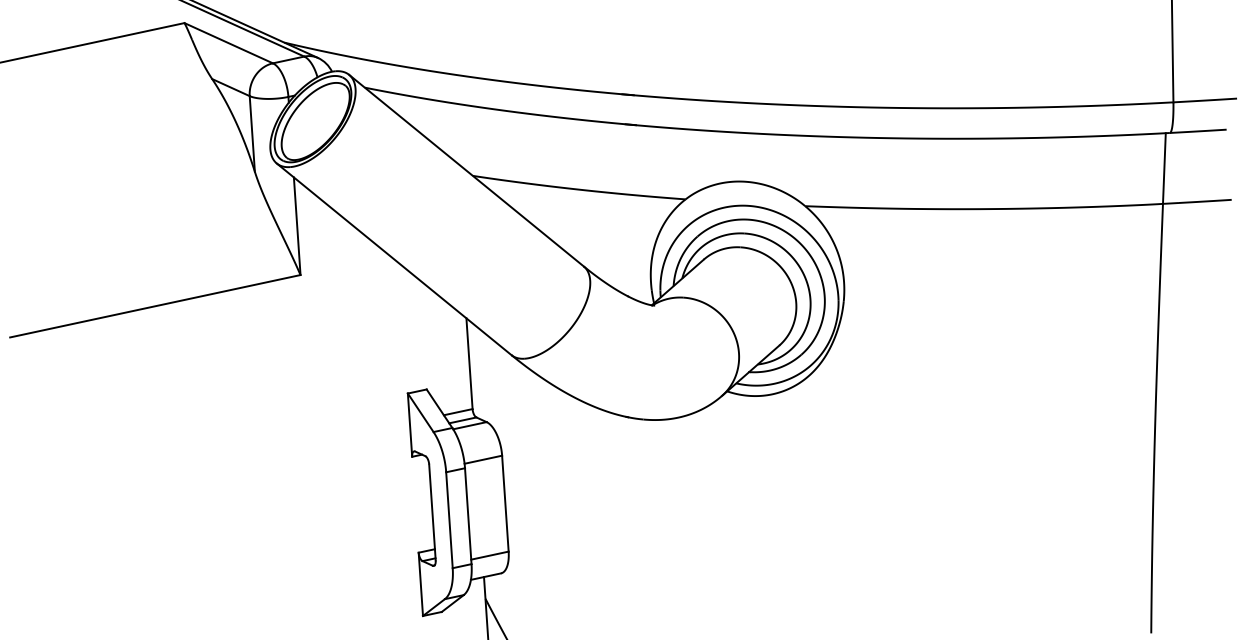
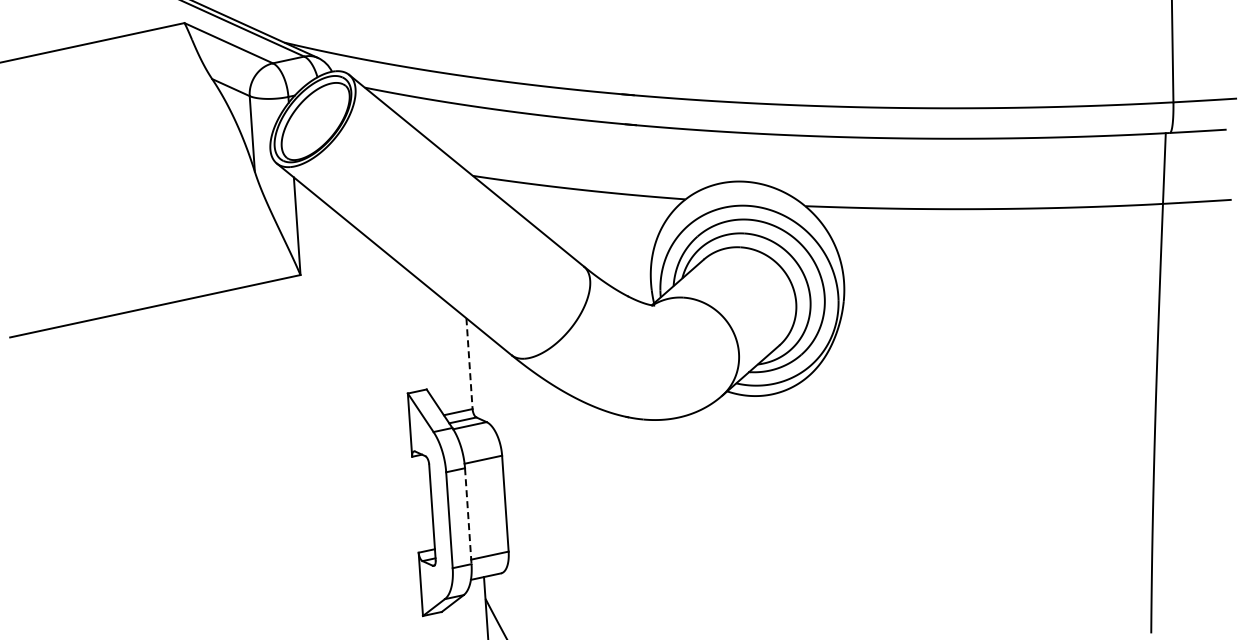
line at (469, 364): solid -> dashed
line at (468, 516): solid -> dashed
